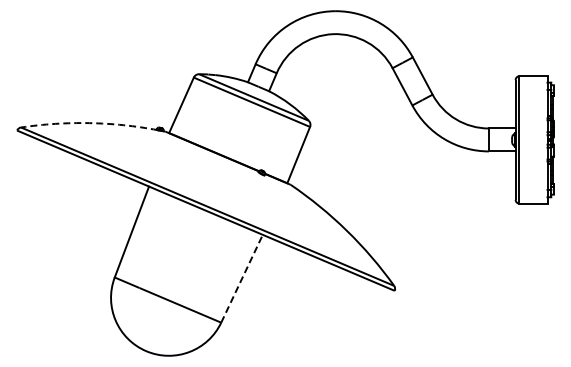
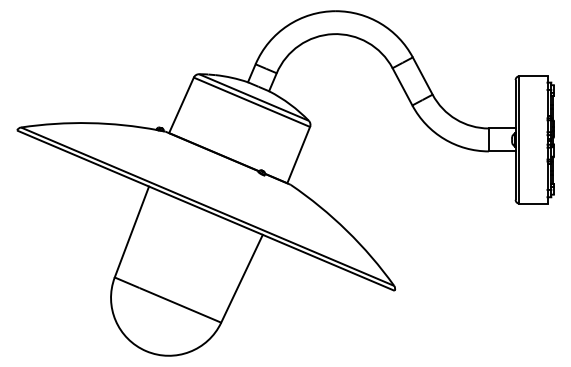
arc at (89, 123): dashed -> solid
line at (242, 278): dashed -> solid
